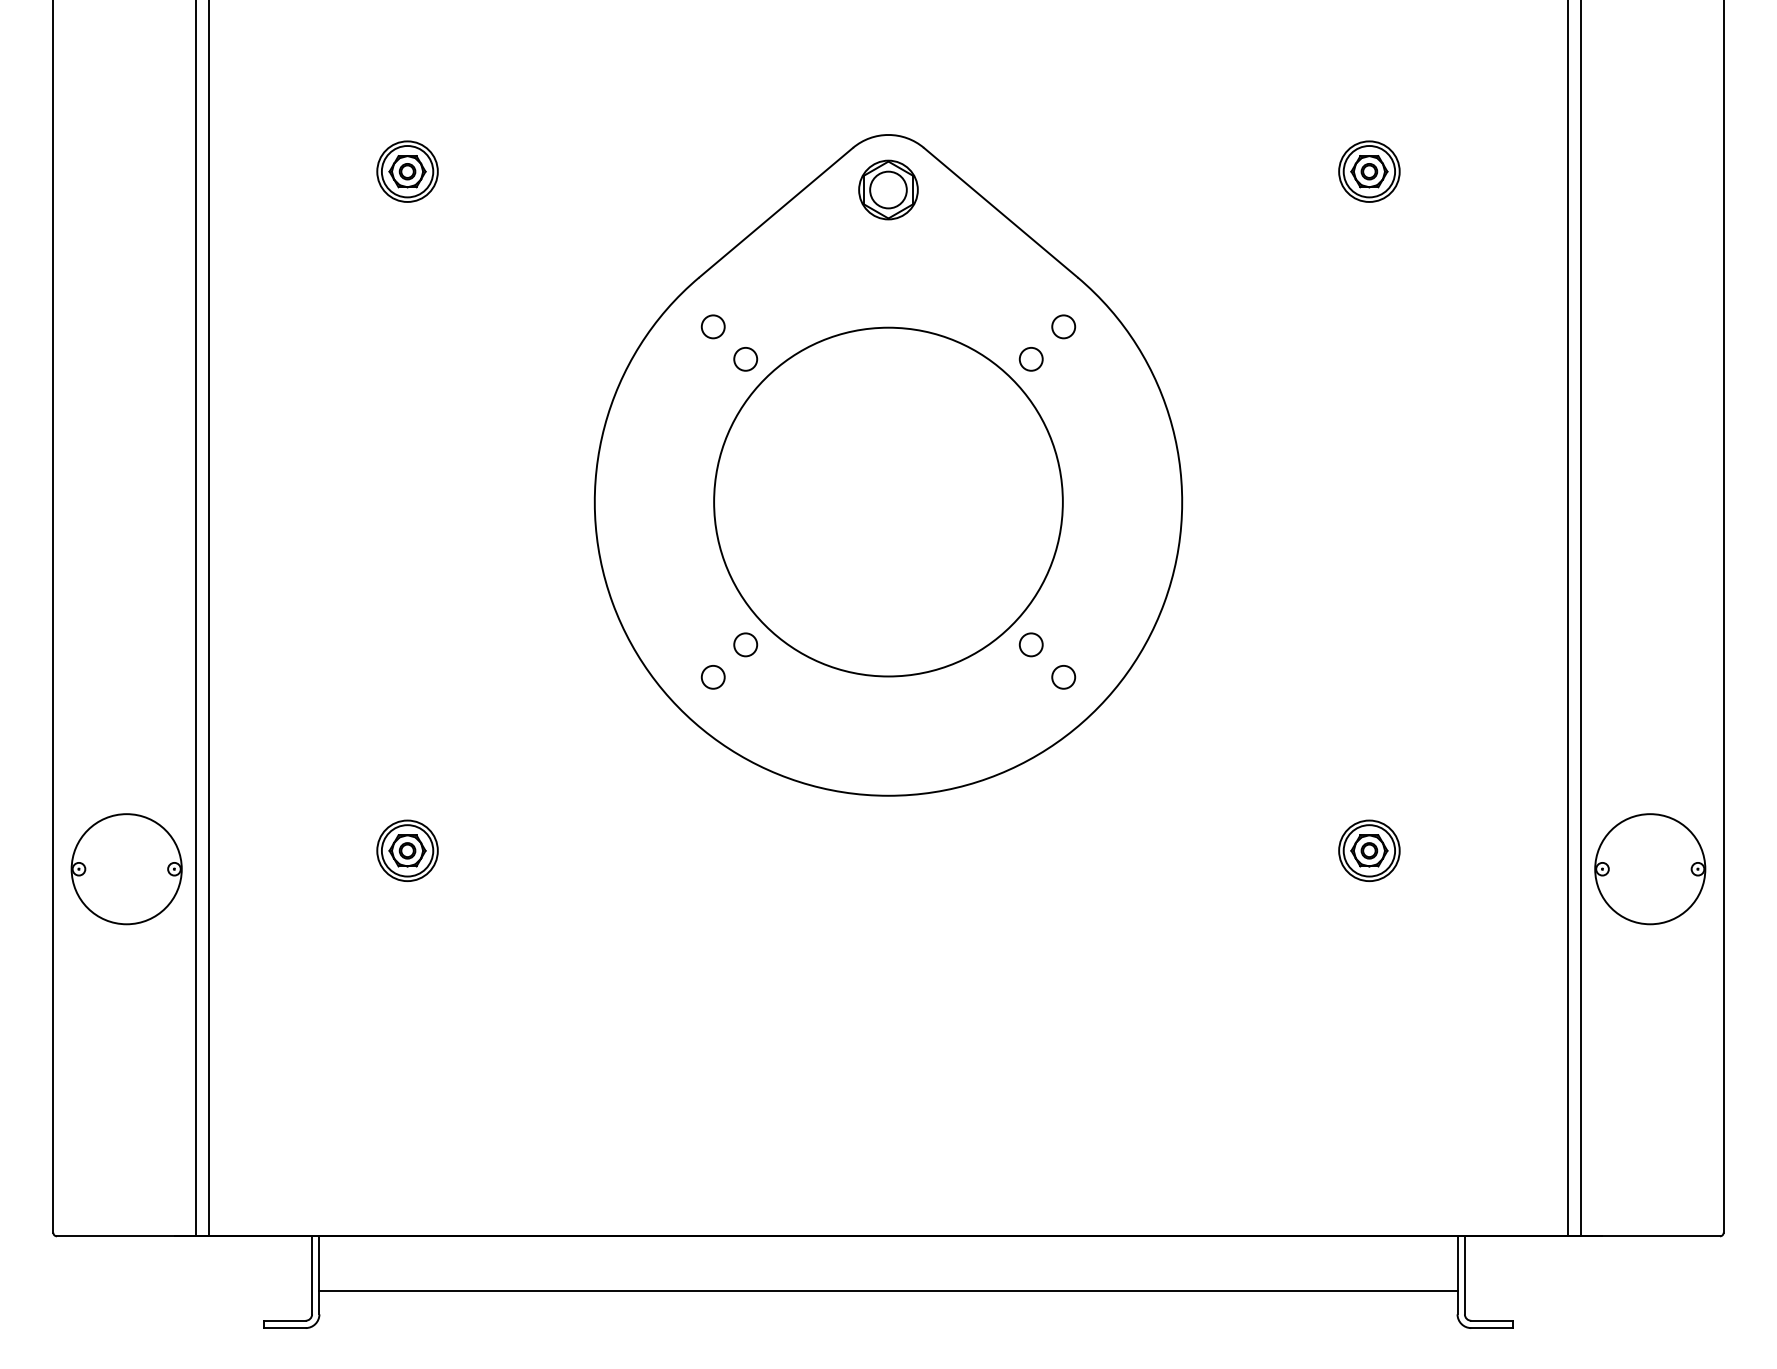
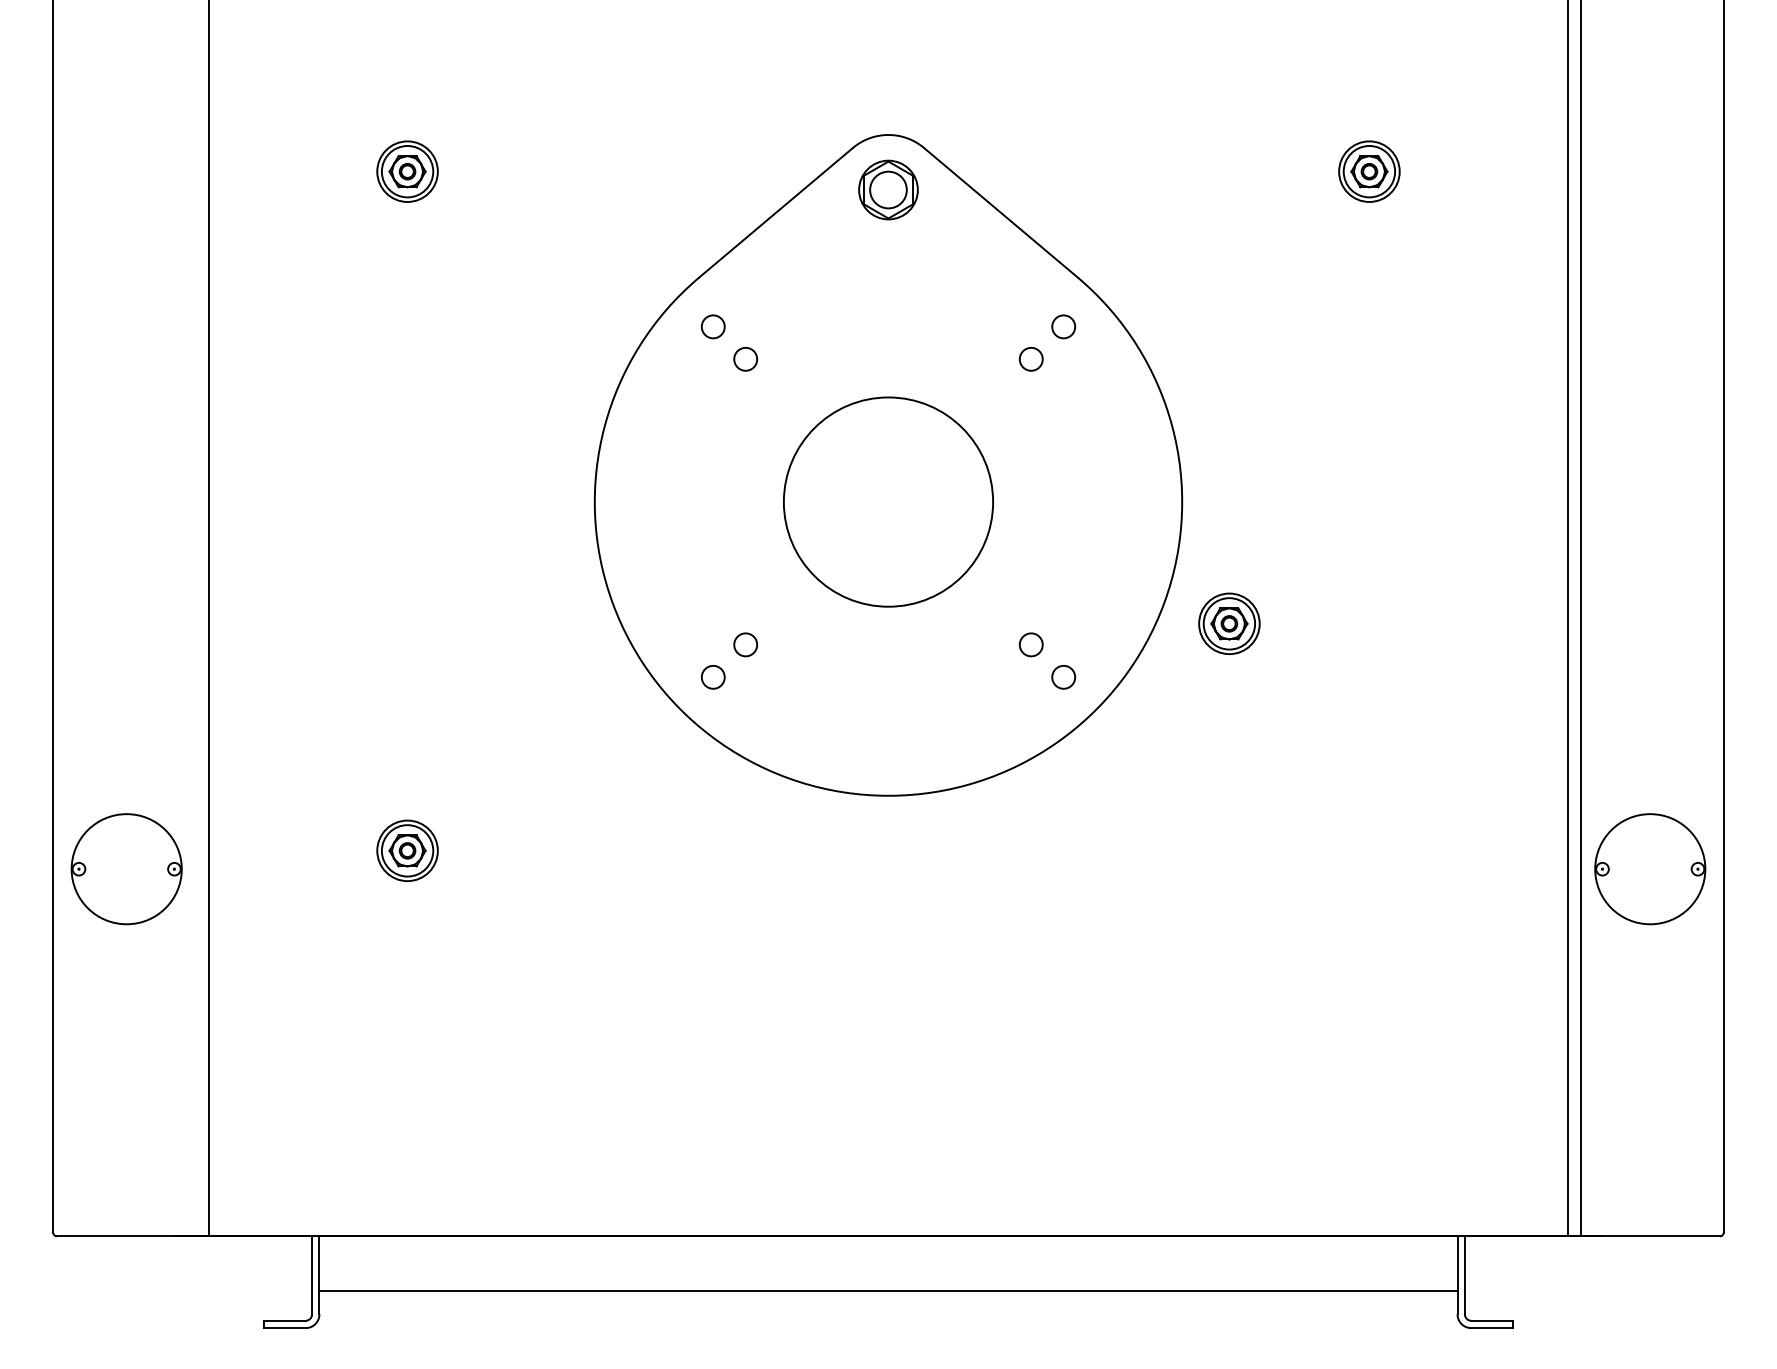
circle at (888, 501) diameter: 349 px -> 209 px
line at (196, 619): present -> none
part at (1369, 850) position: (1369, 850) -> (1229, 623)
